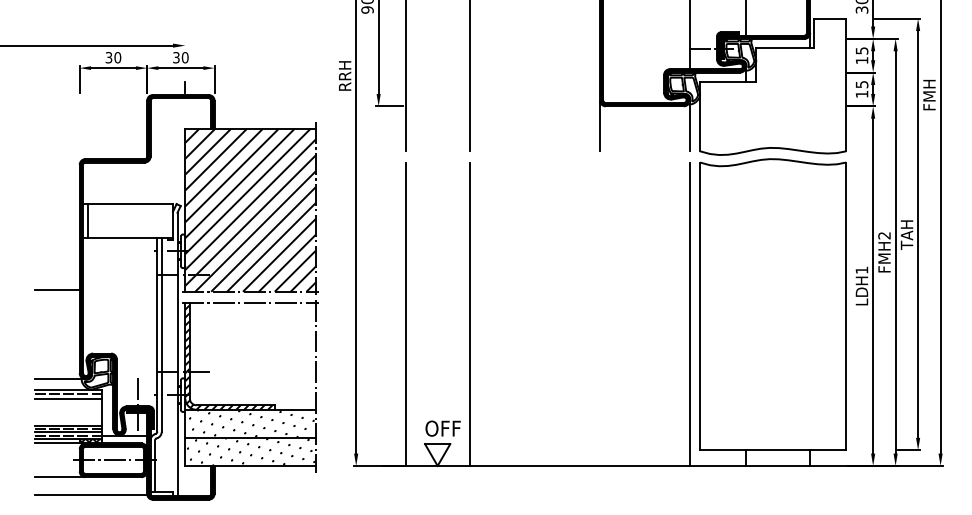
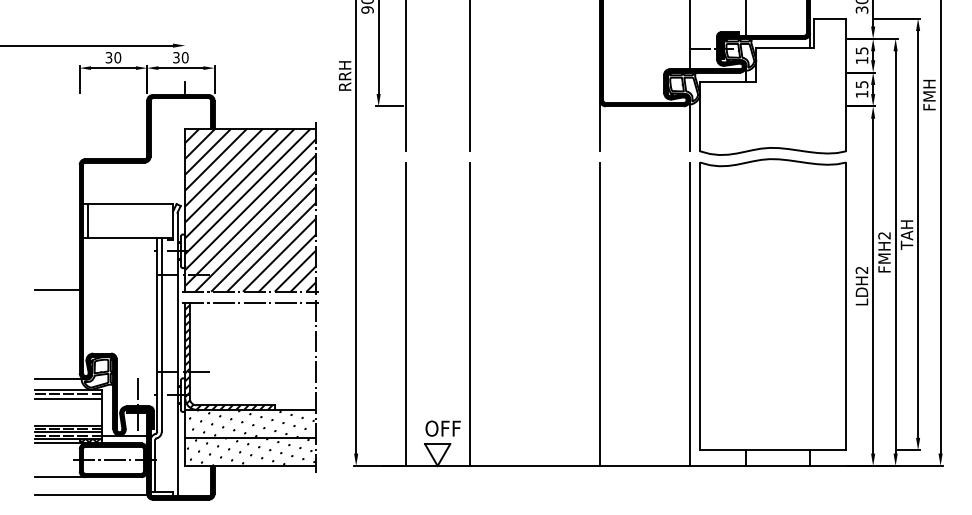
text at (861, 269): LDH1 -> LDH2
line at (600, 313): none -> present
